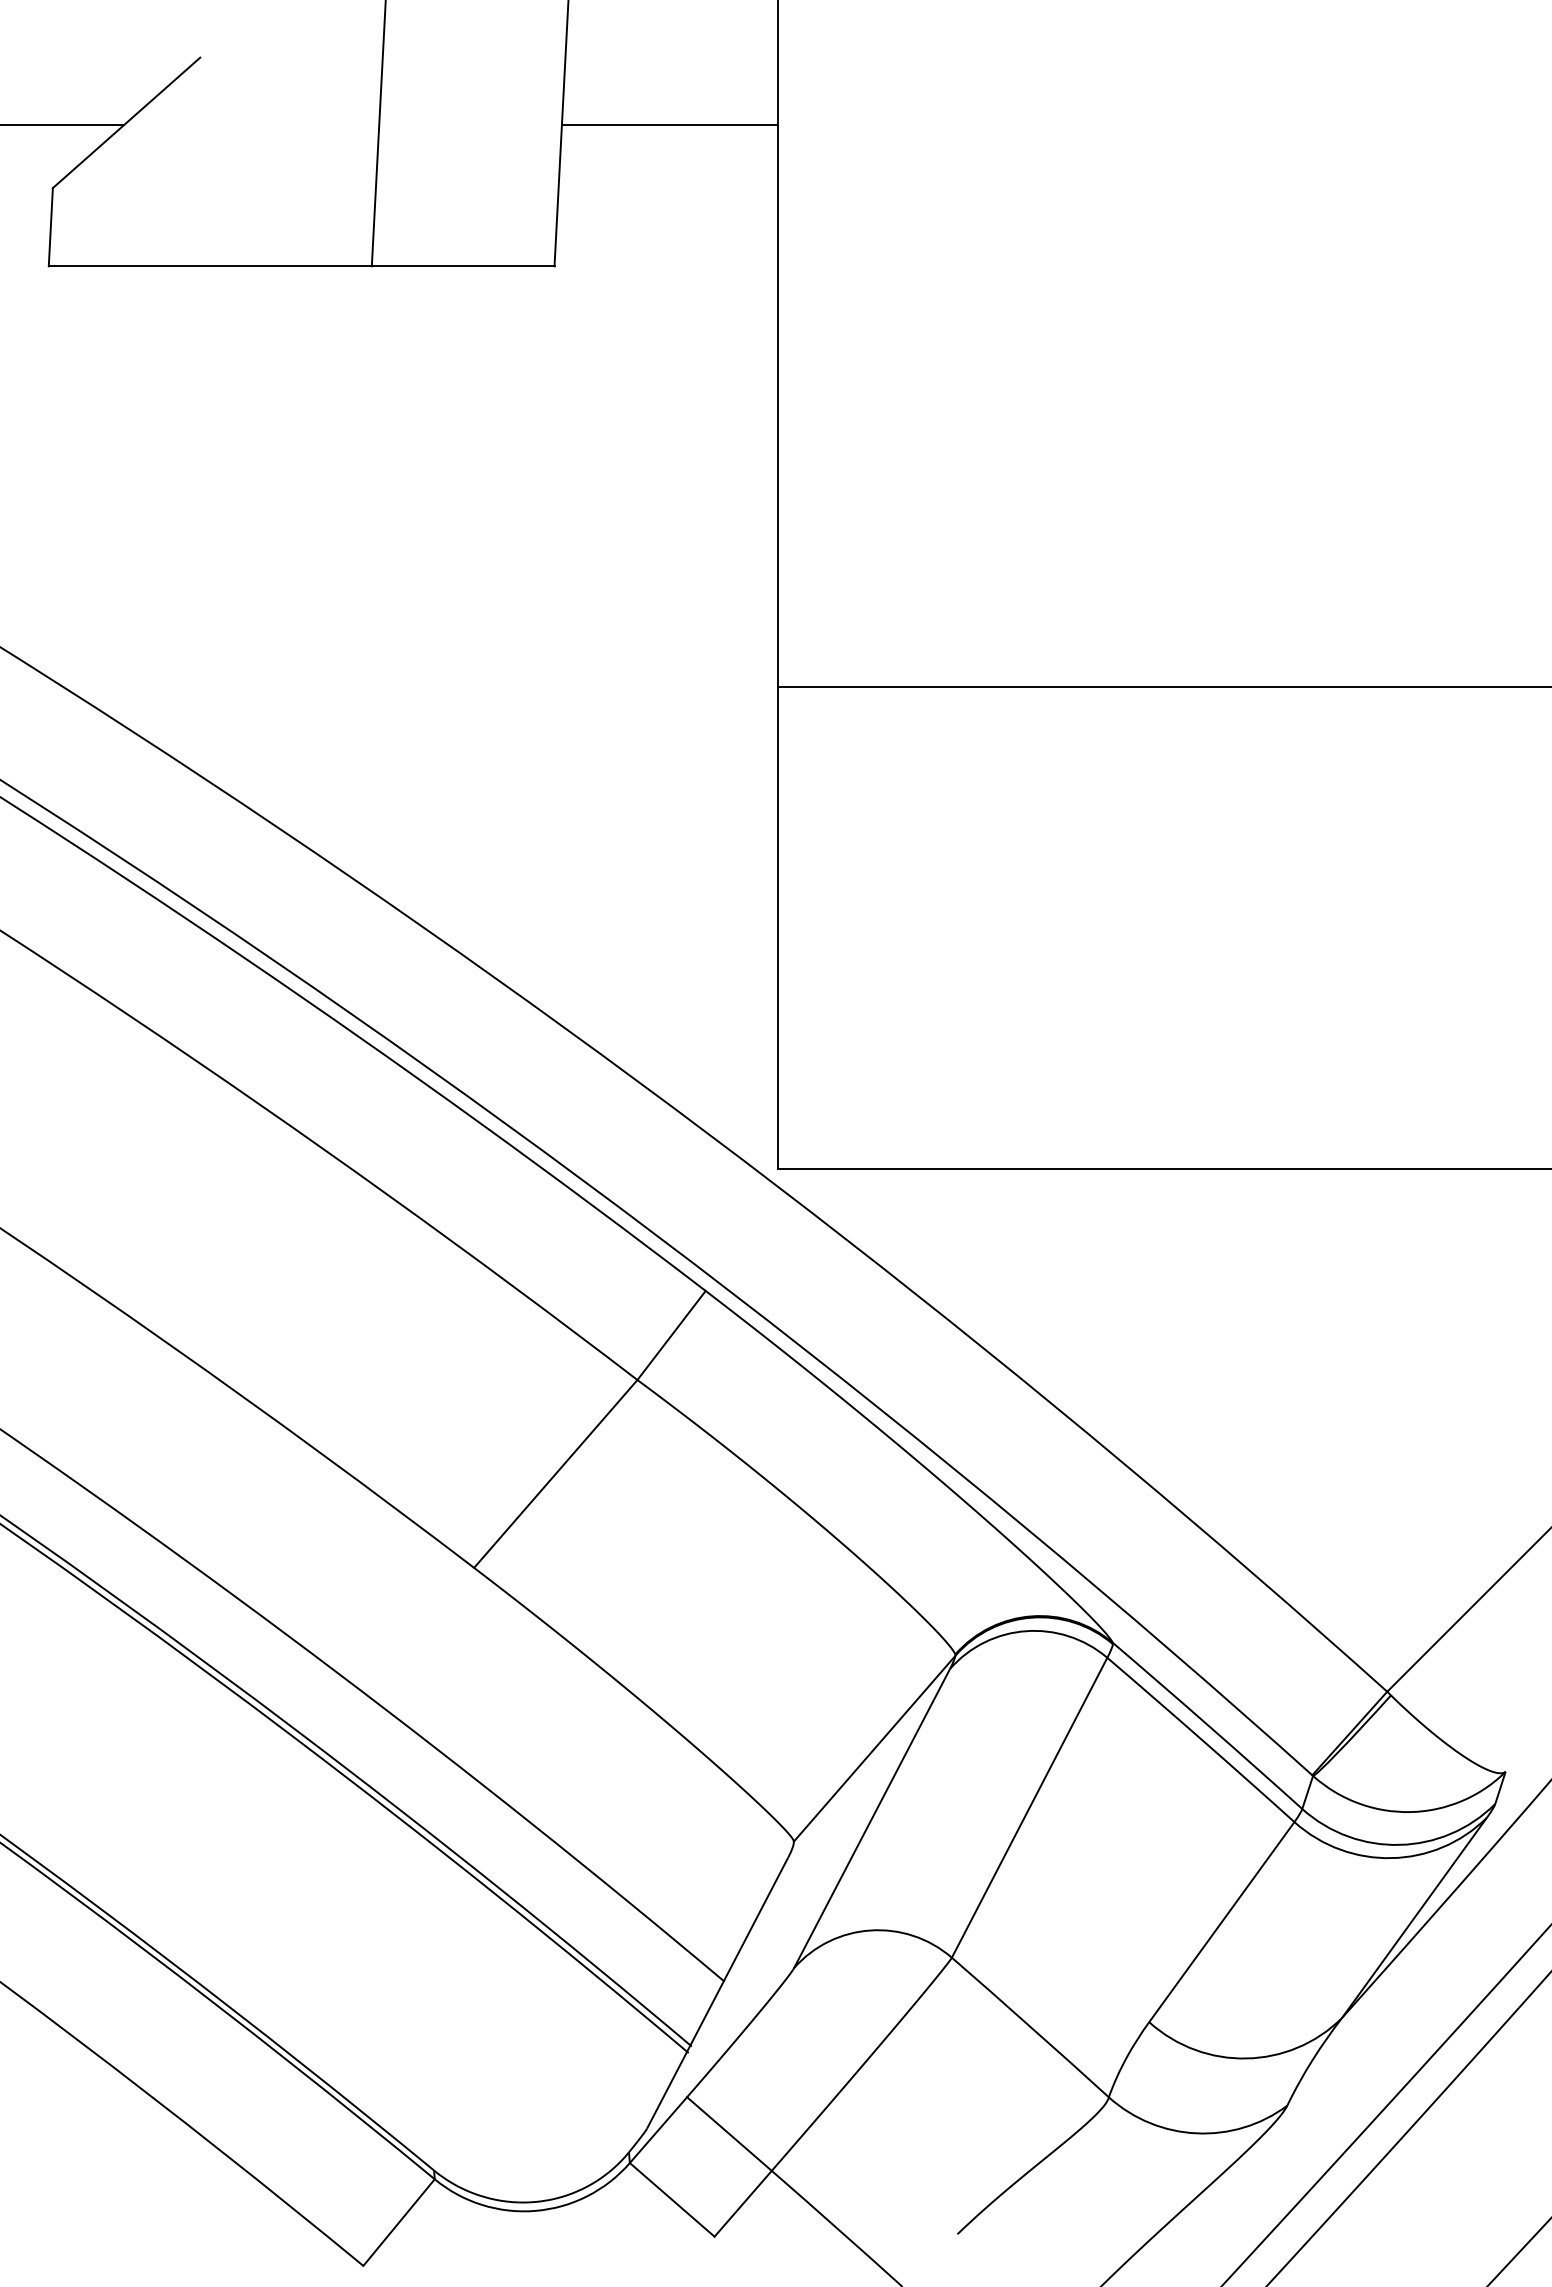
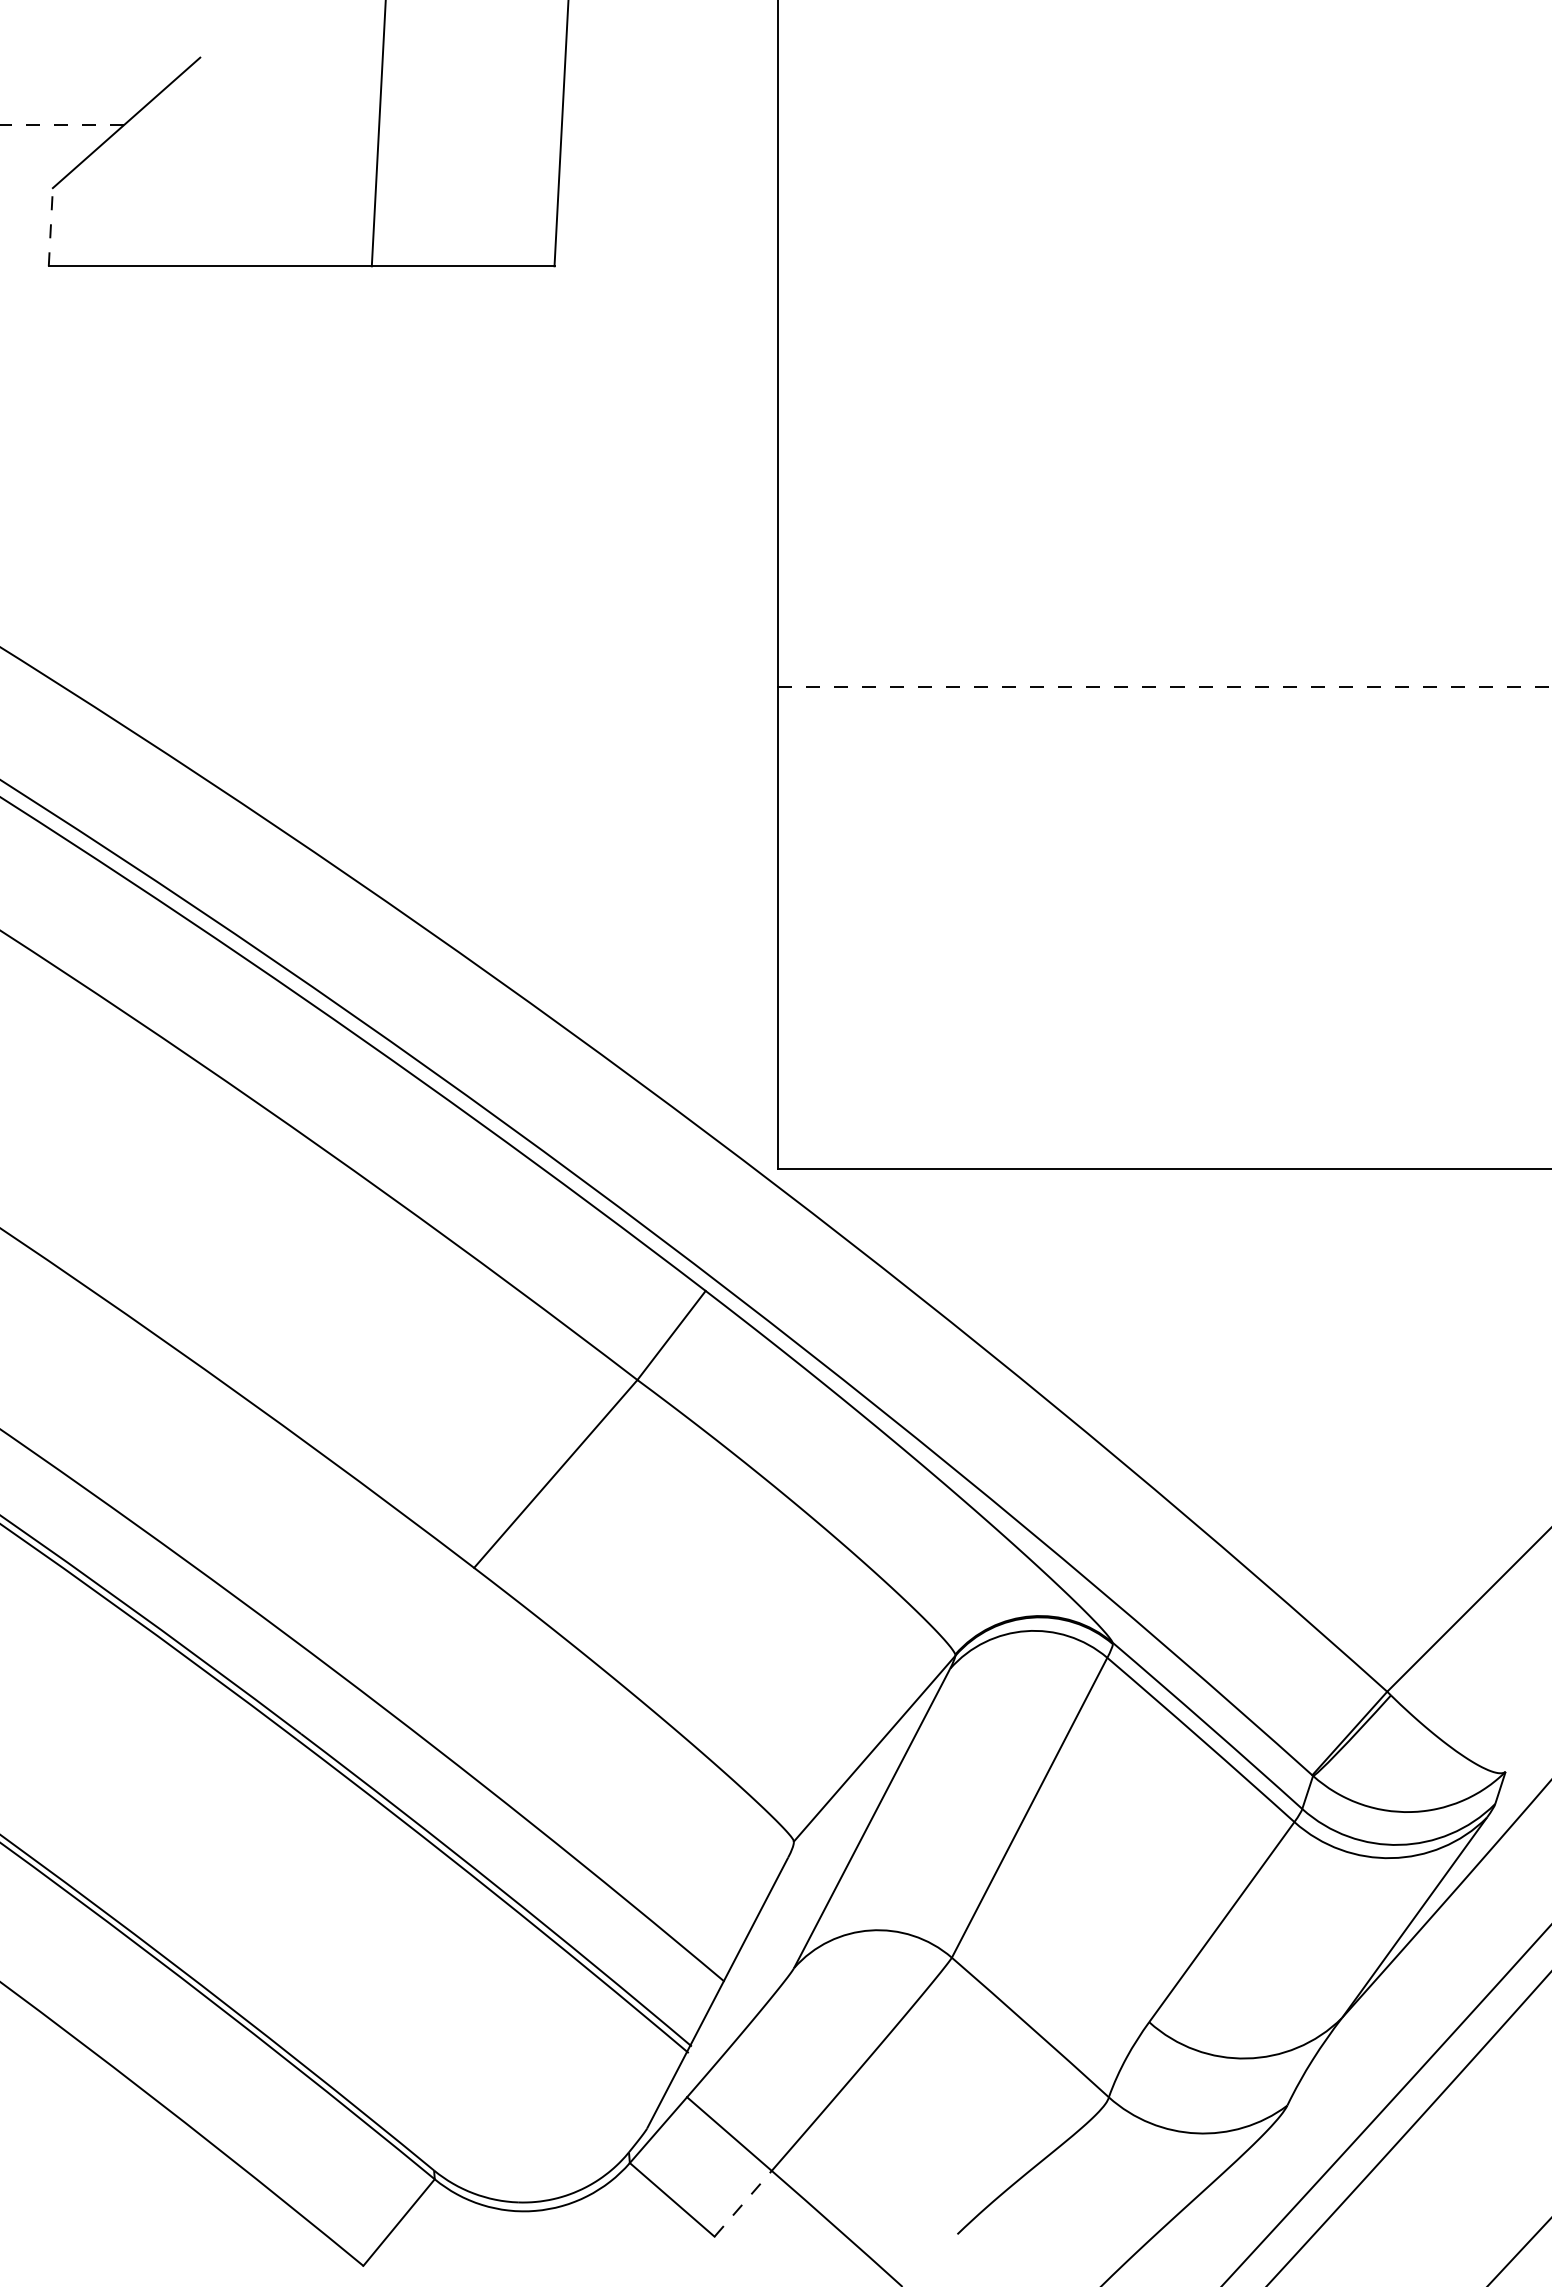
line at (62, 125): solid -> dashed
line at (669, 125): present -> none
line at (50, 226): solid -> dashed
line at (1164, 687): solid -> dashed
line at (743, 2203): solid -> dashed
